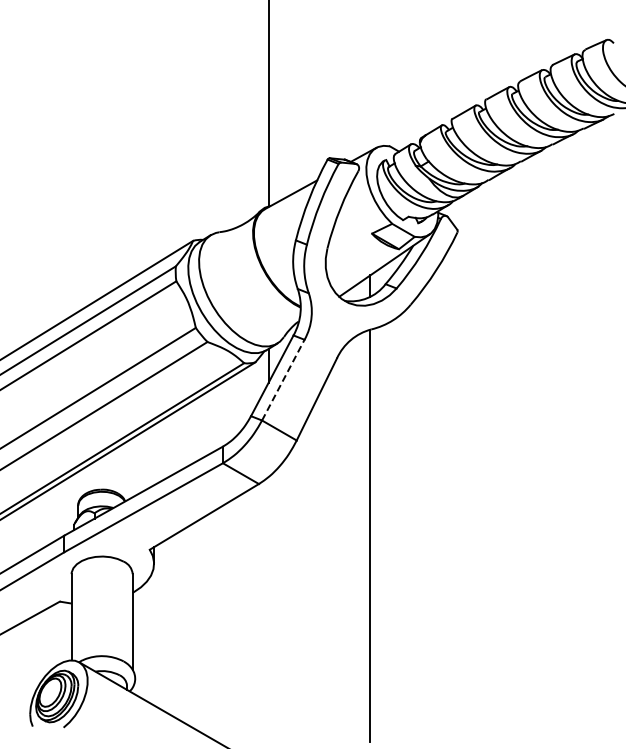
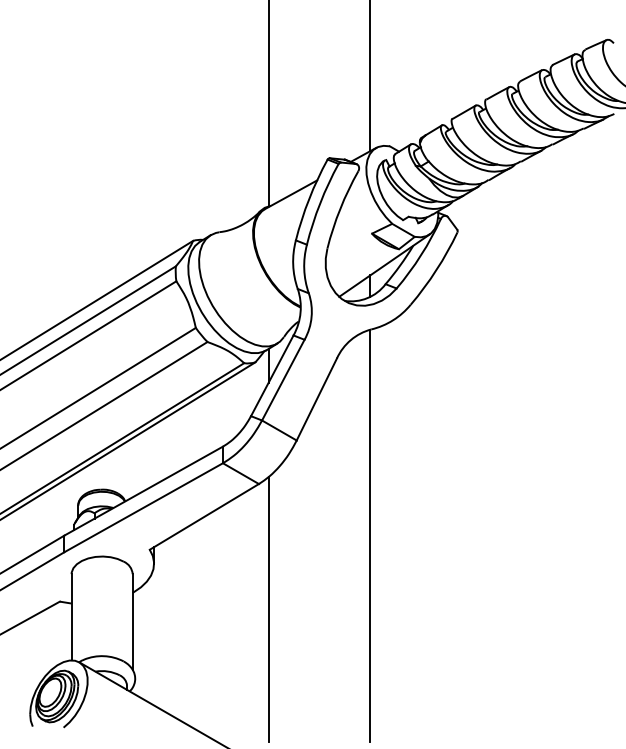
line at (370, 76): none -> present
line at (283, 380): dashed -> solid
line at (268, 609): none -> present
